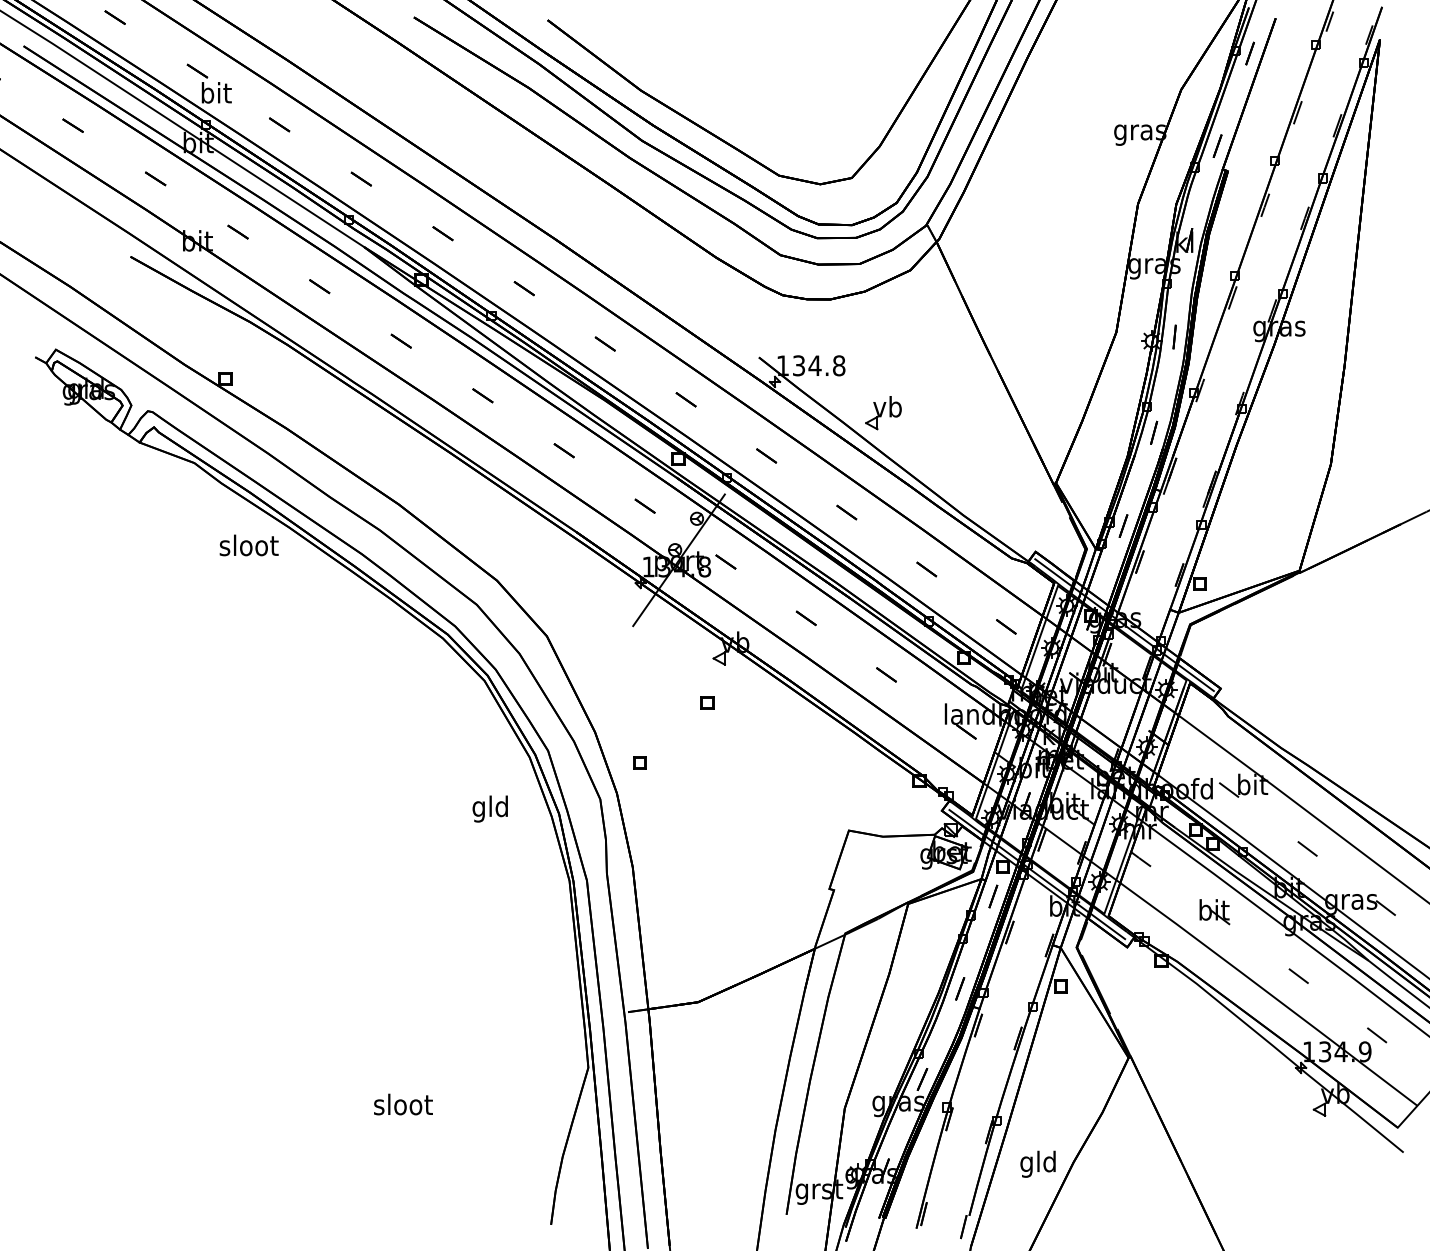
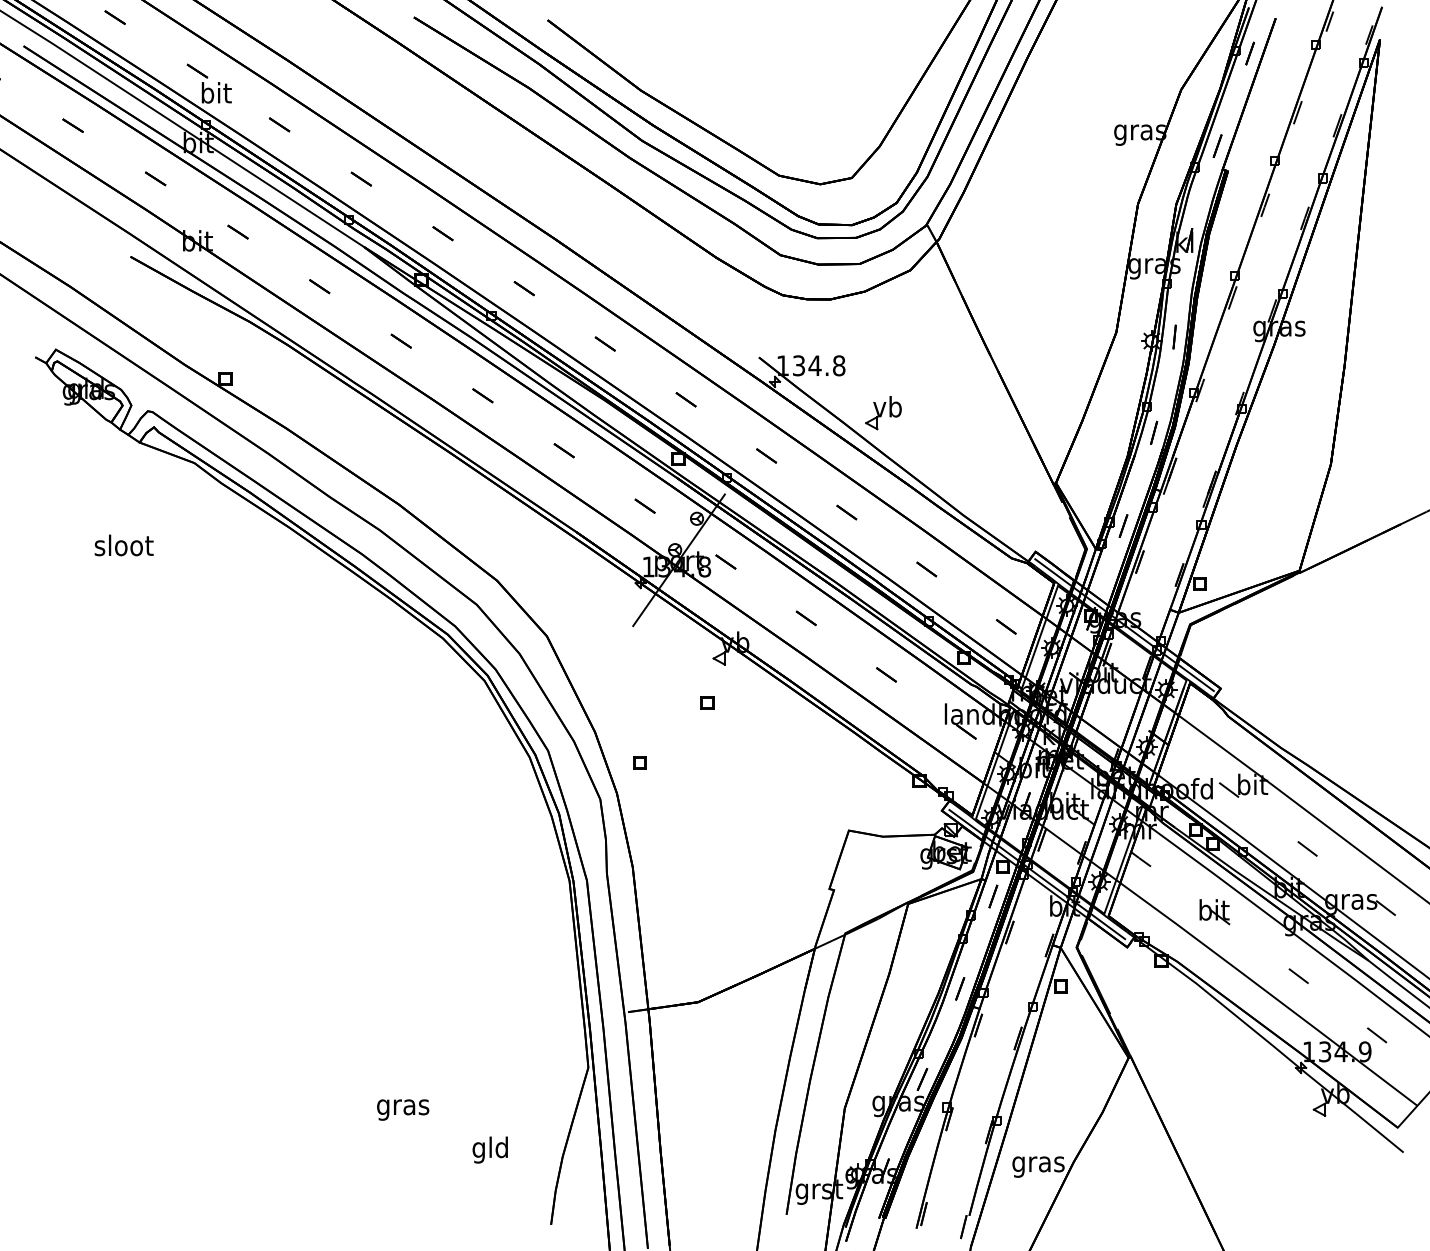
text at (248, 545) position: (248, 545) -> (123, 545)
text at (489, 808) position: (489, 808) -> (489, 1149)
text at (403, 1106): sloot -> gras
text at (1038, 1163): gld -> gras
